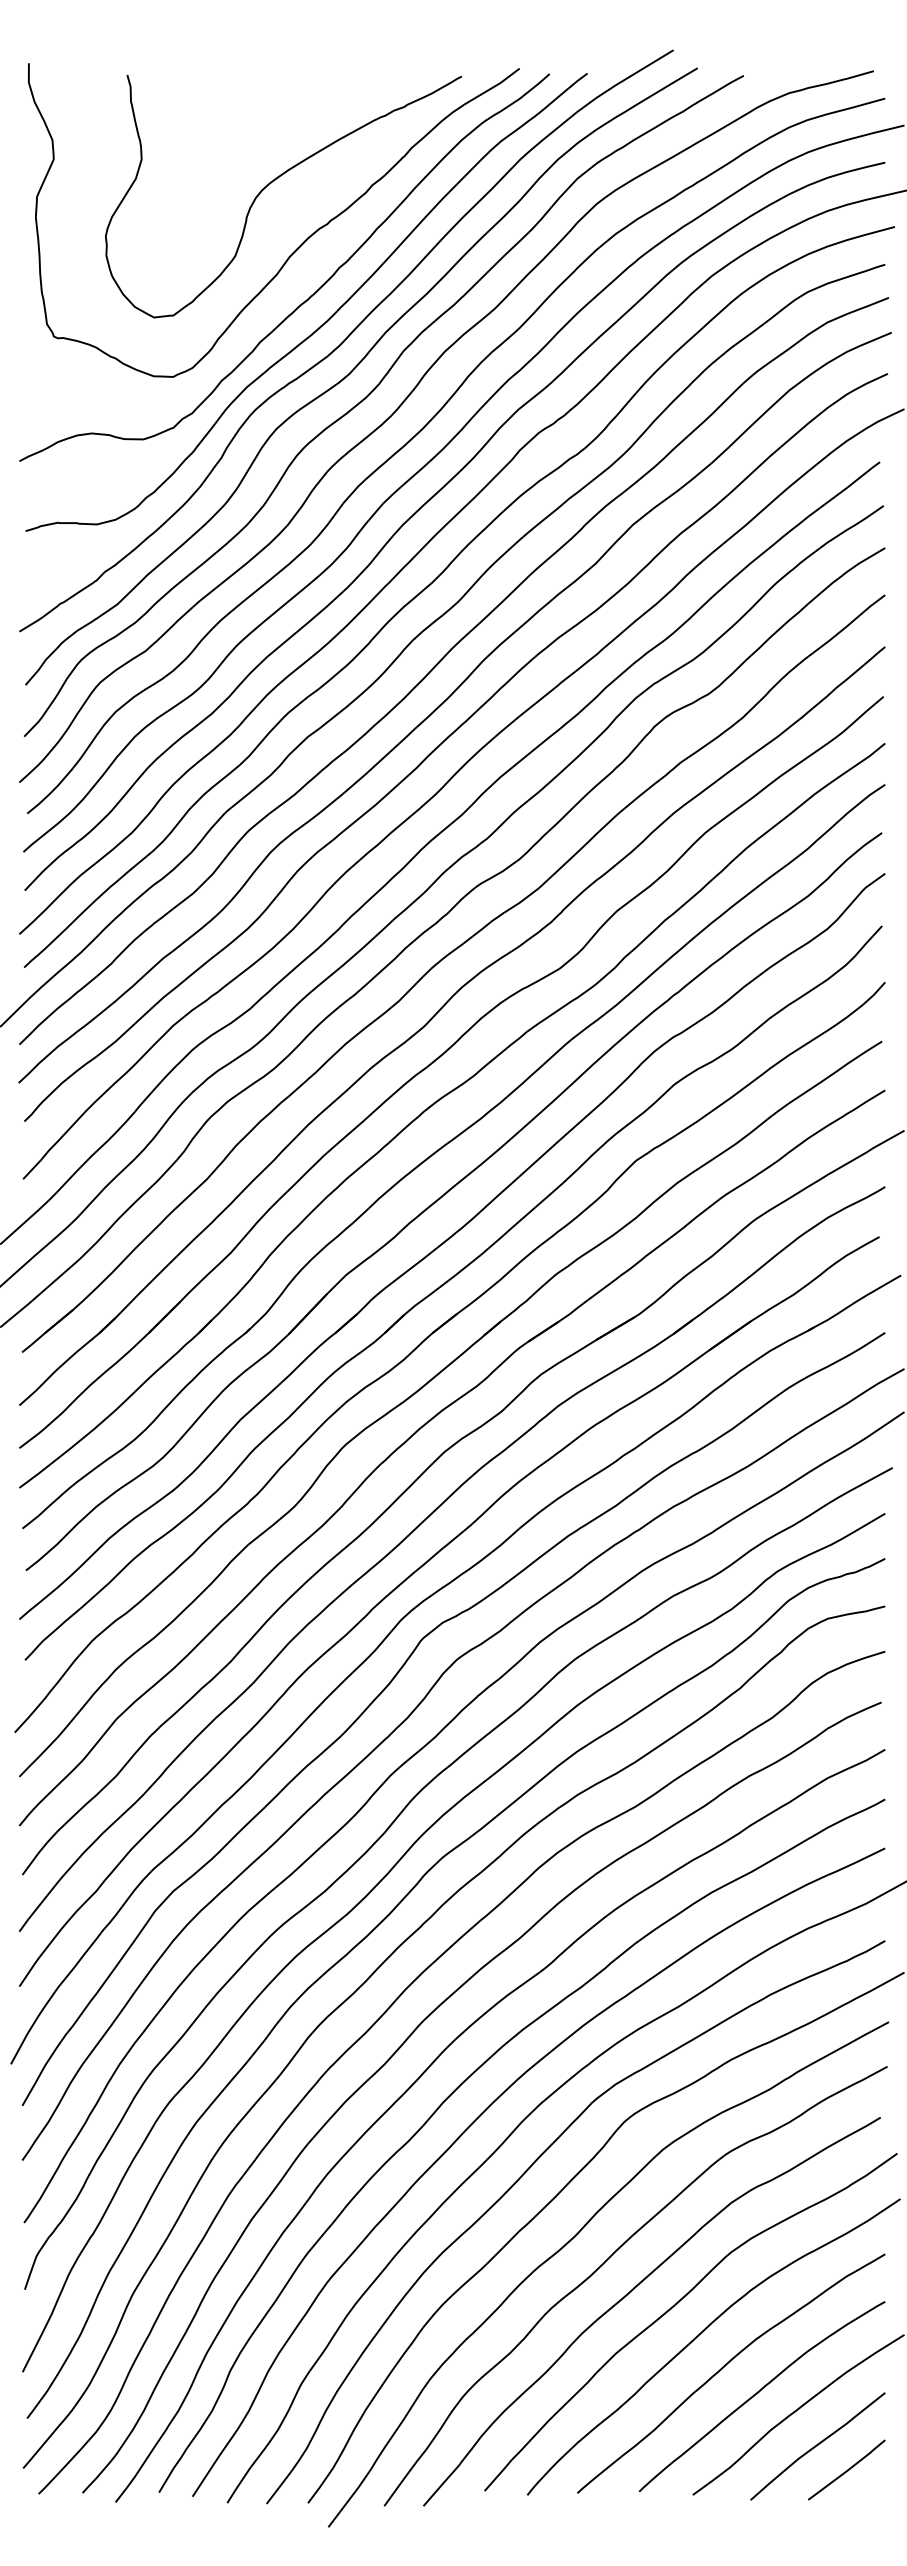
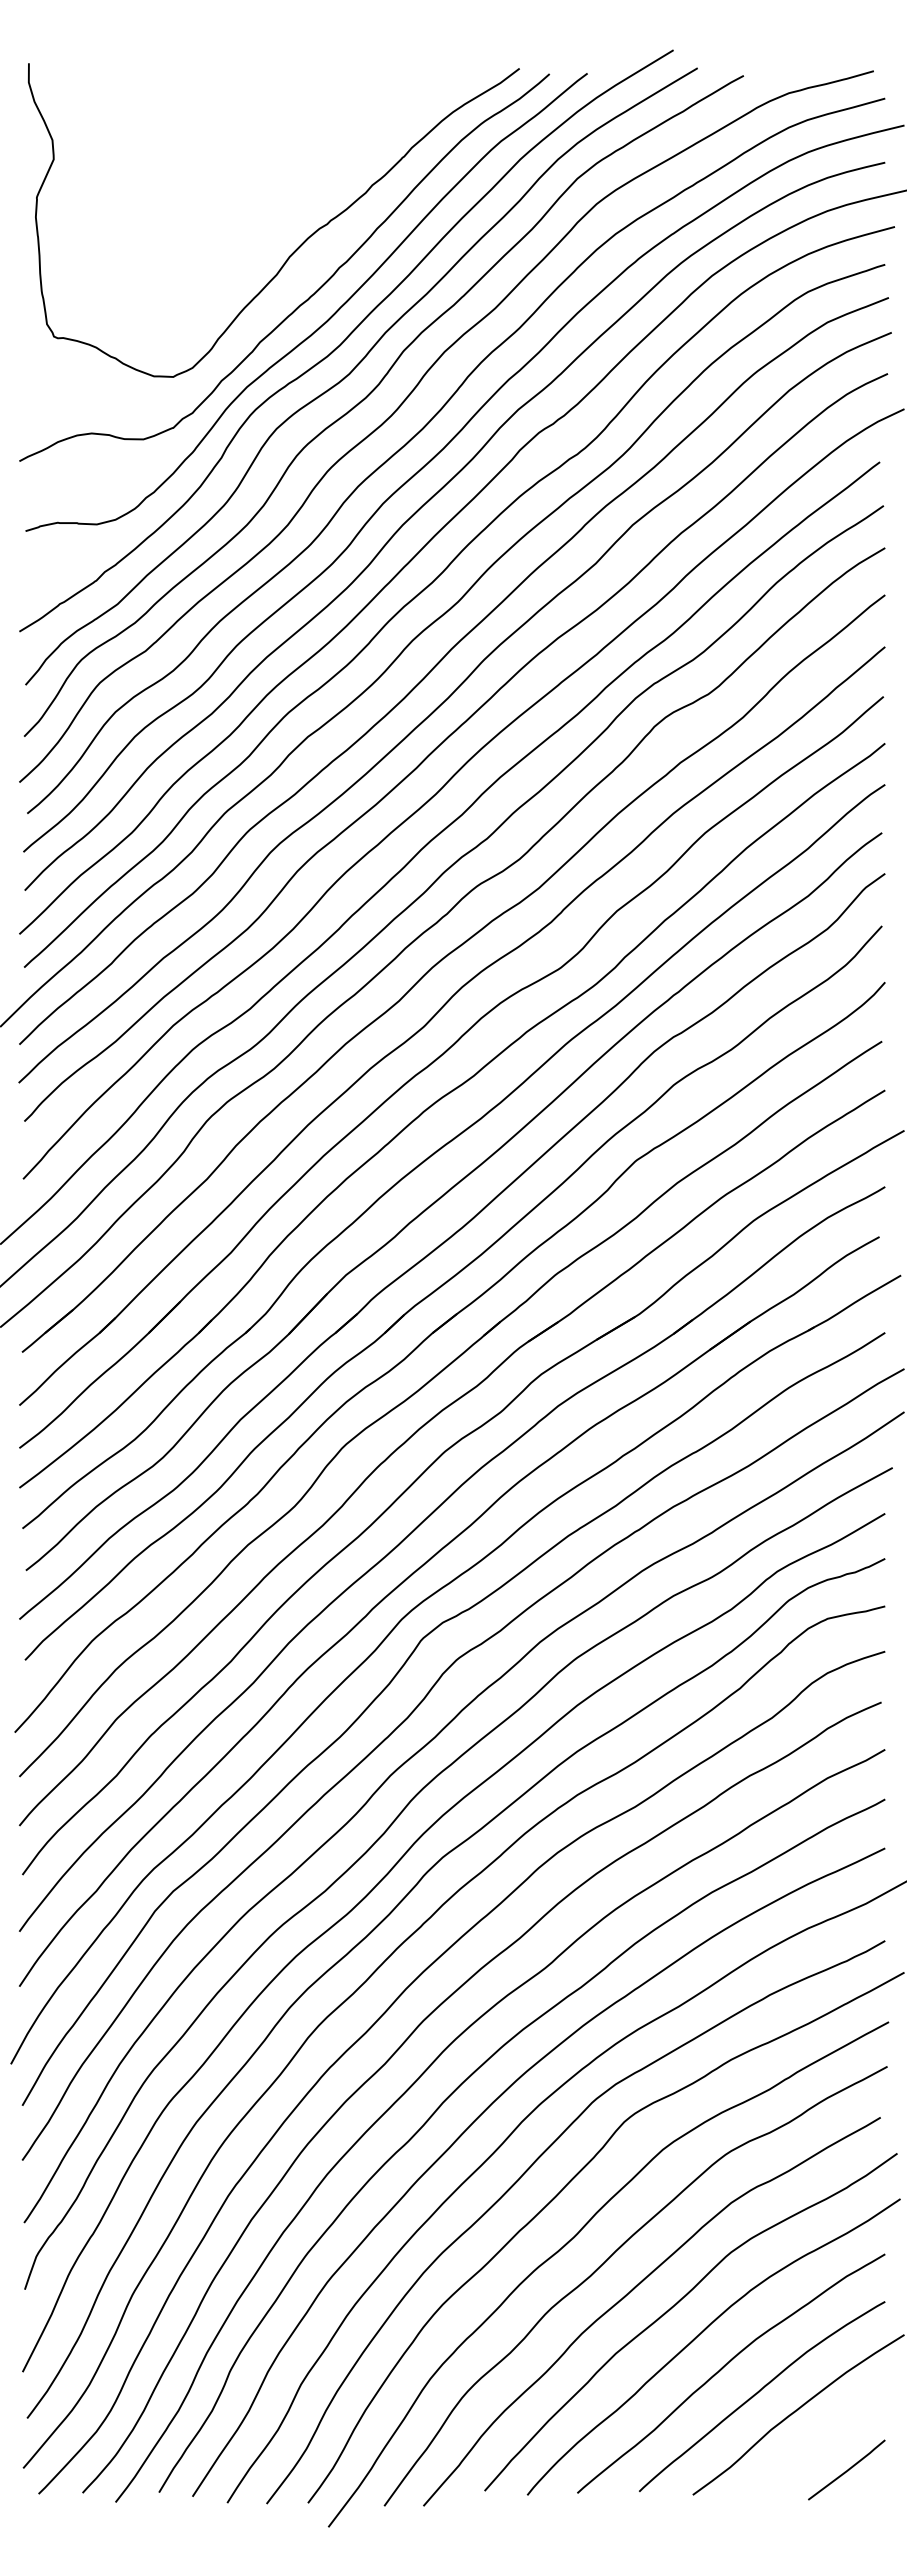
curve at (274, 181): present -> none
curve at (817, 2446): present -> none
